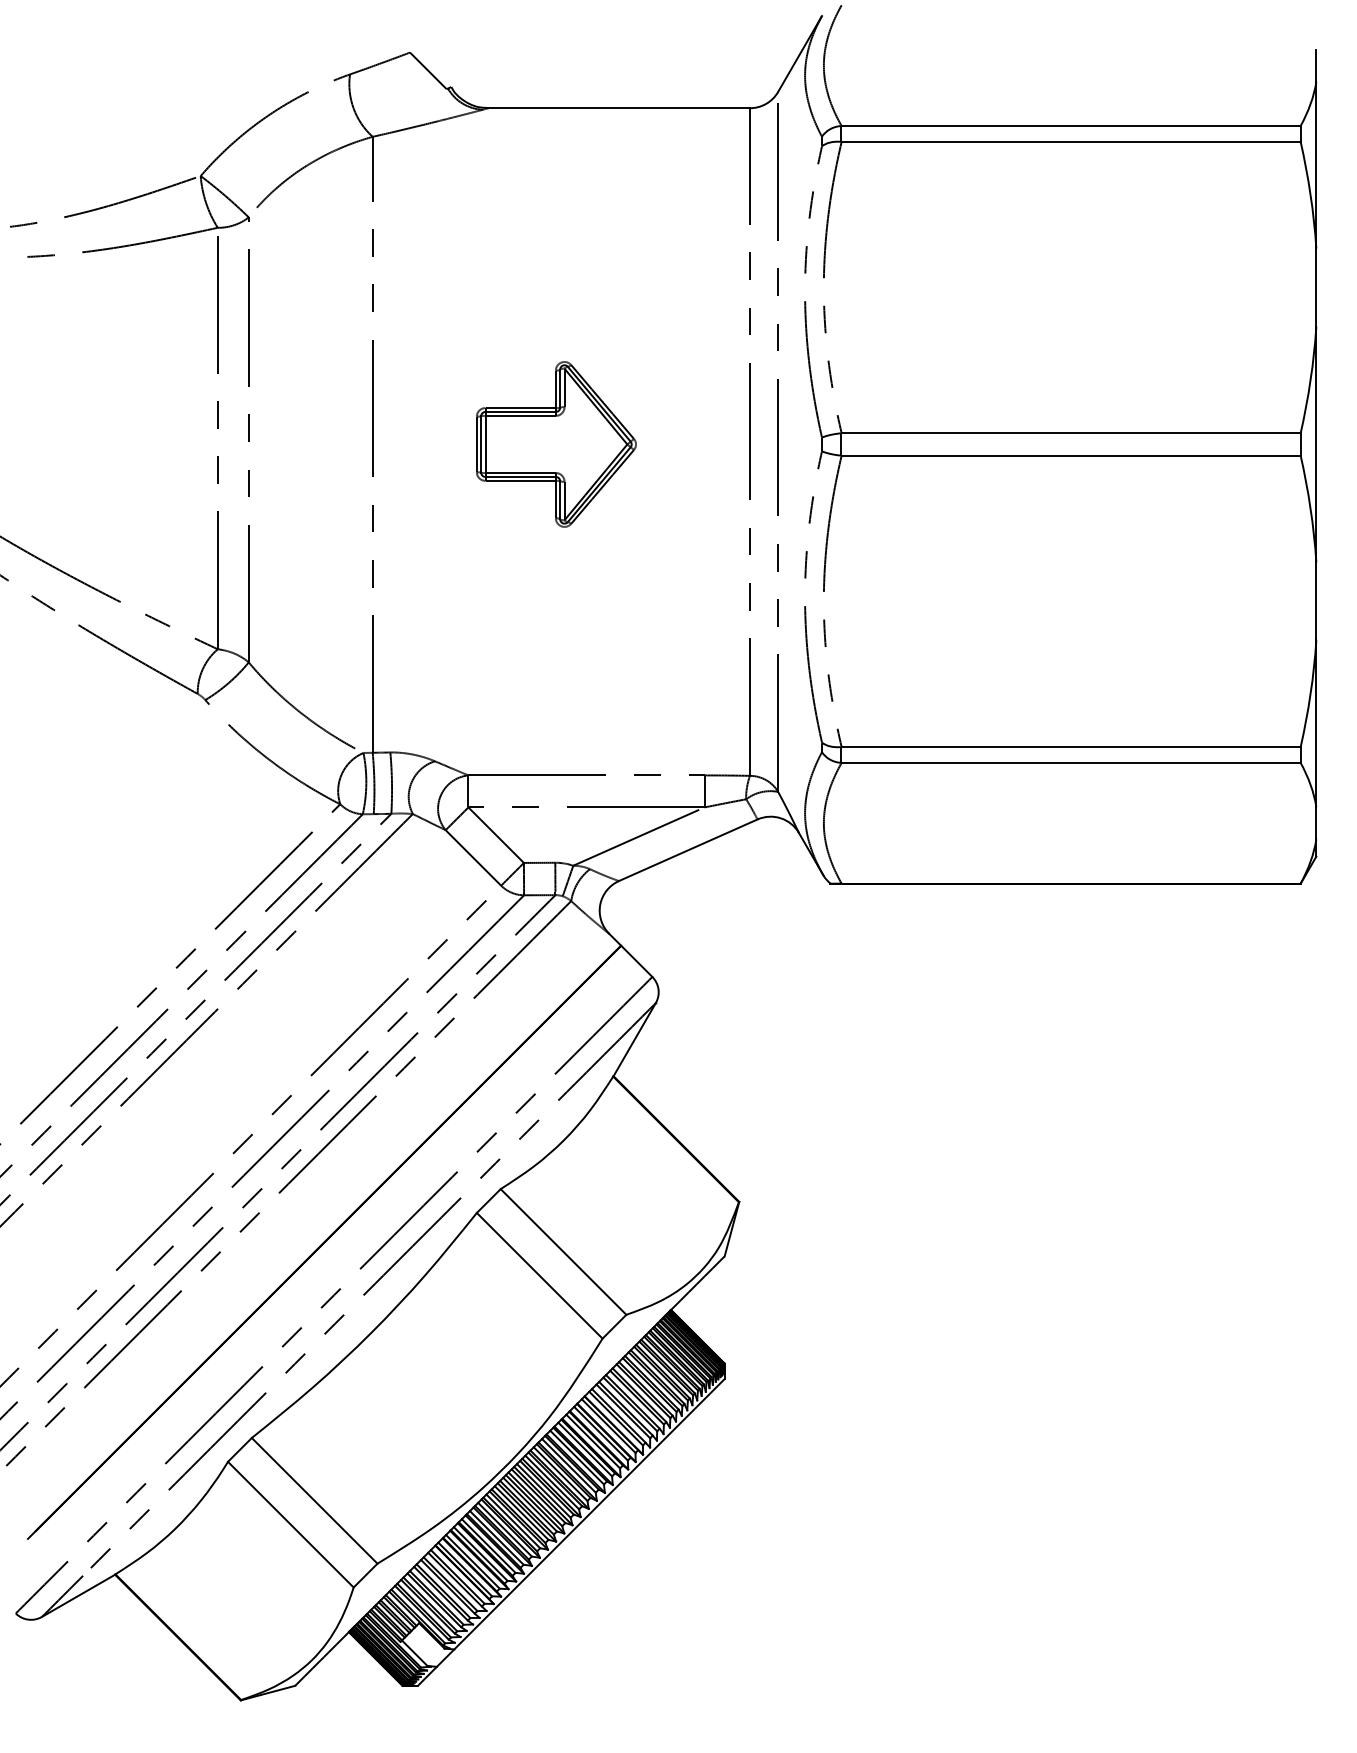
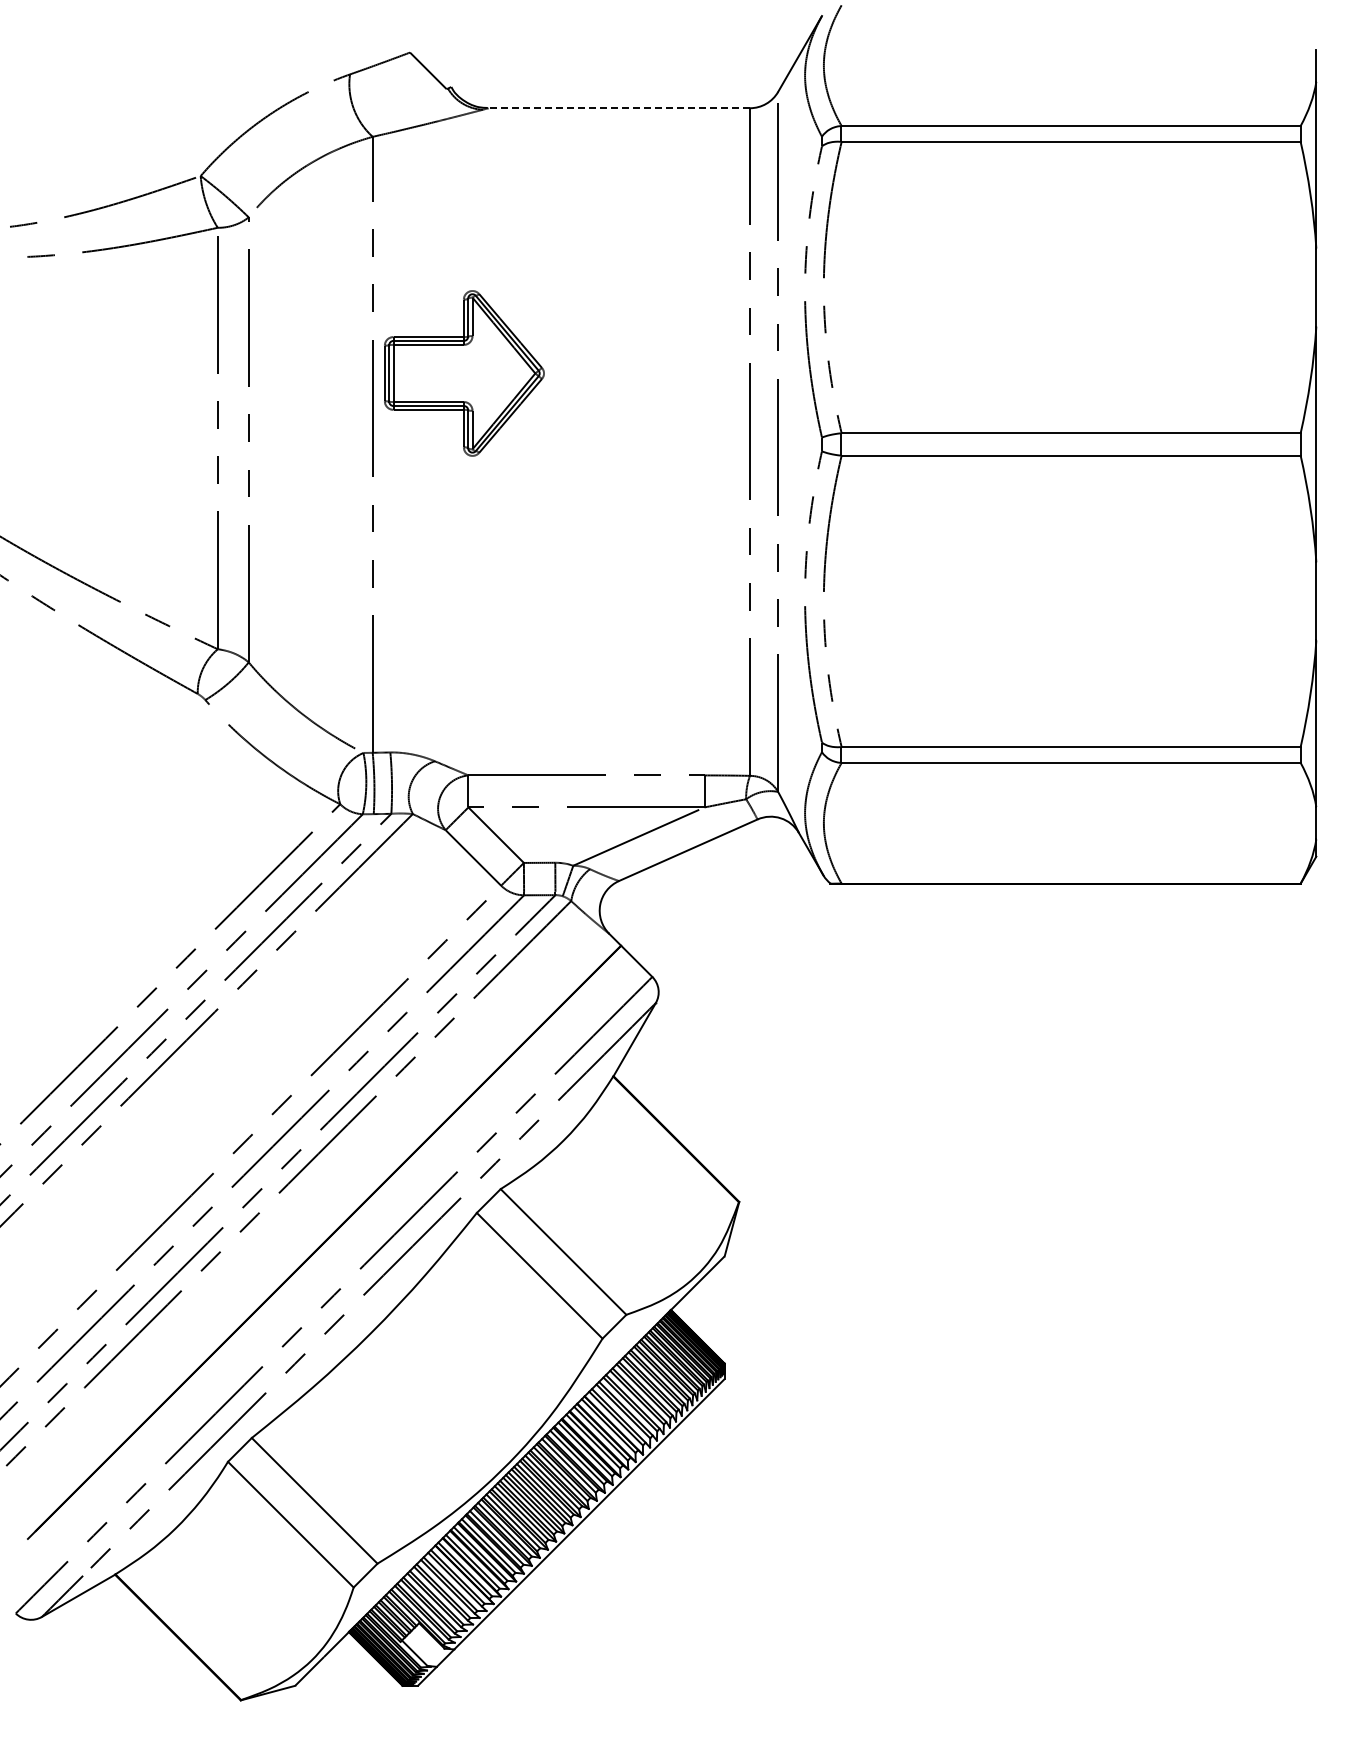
line at (618, 108): solid -> dashed
part at (556, 444) position: (556, 444) -> (464, 373)
